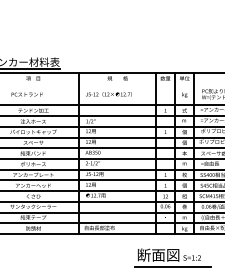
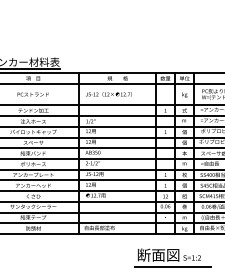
line at (111, 83): none -> present
text at (26, 94) position: (26, 94) -> (32, 94)
